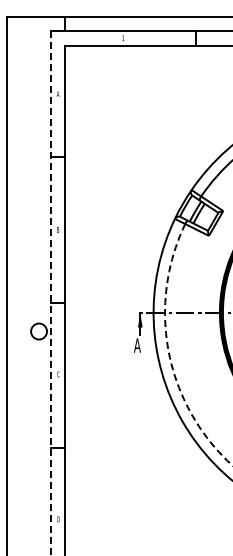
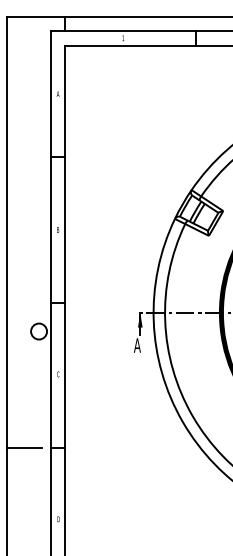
line at (50, 293): dashed -> solid
arc at (169, 353): dashed -> solid
line at (24, 447): none -> present
